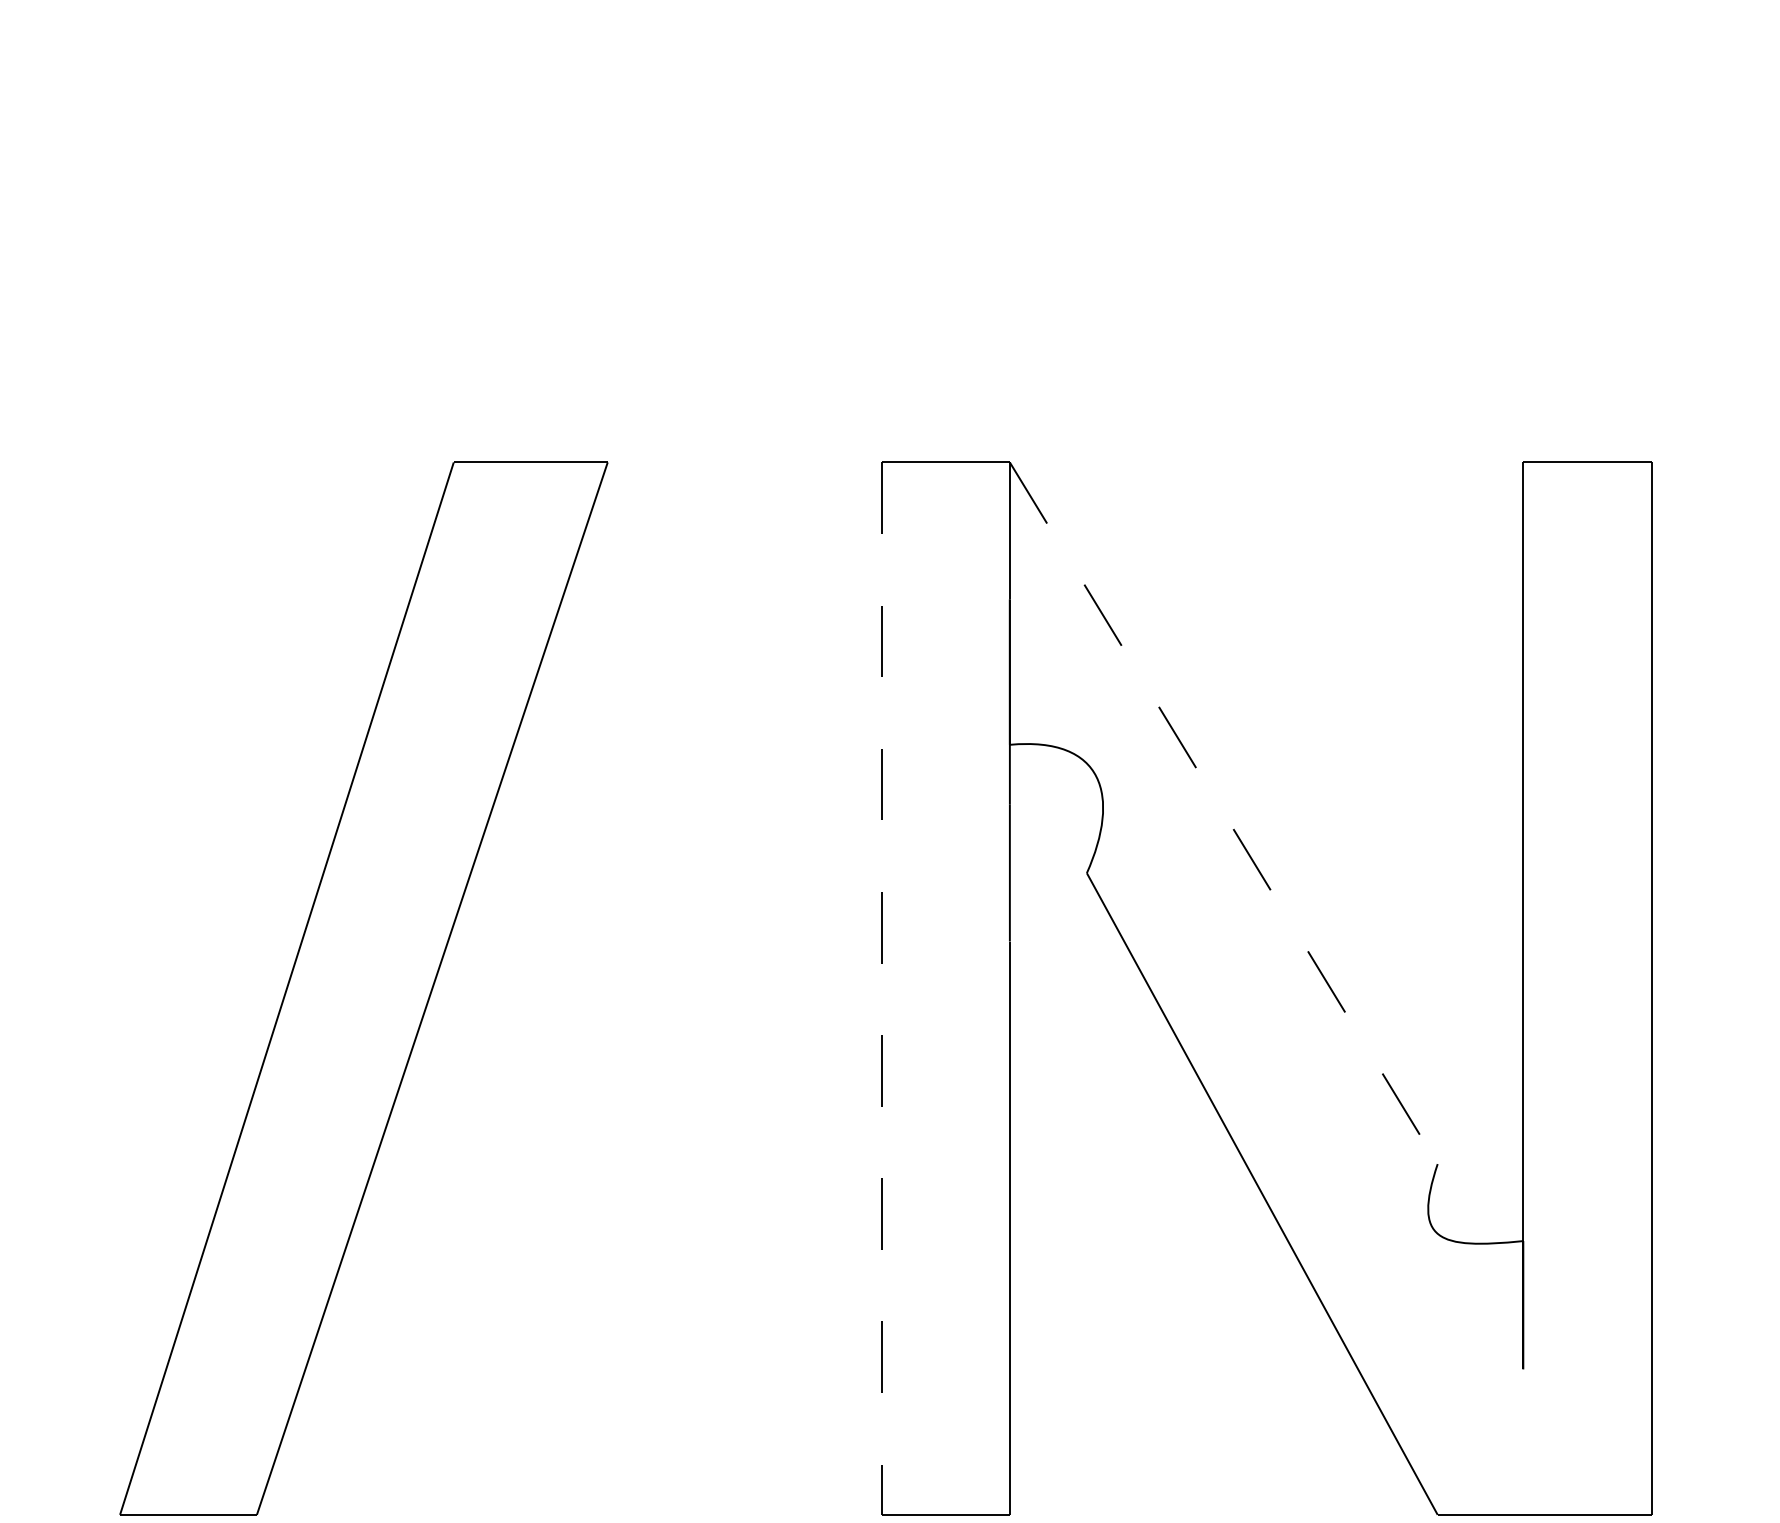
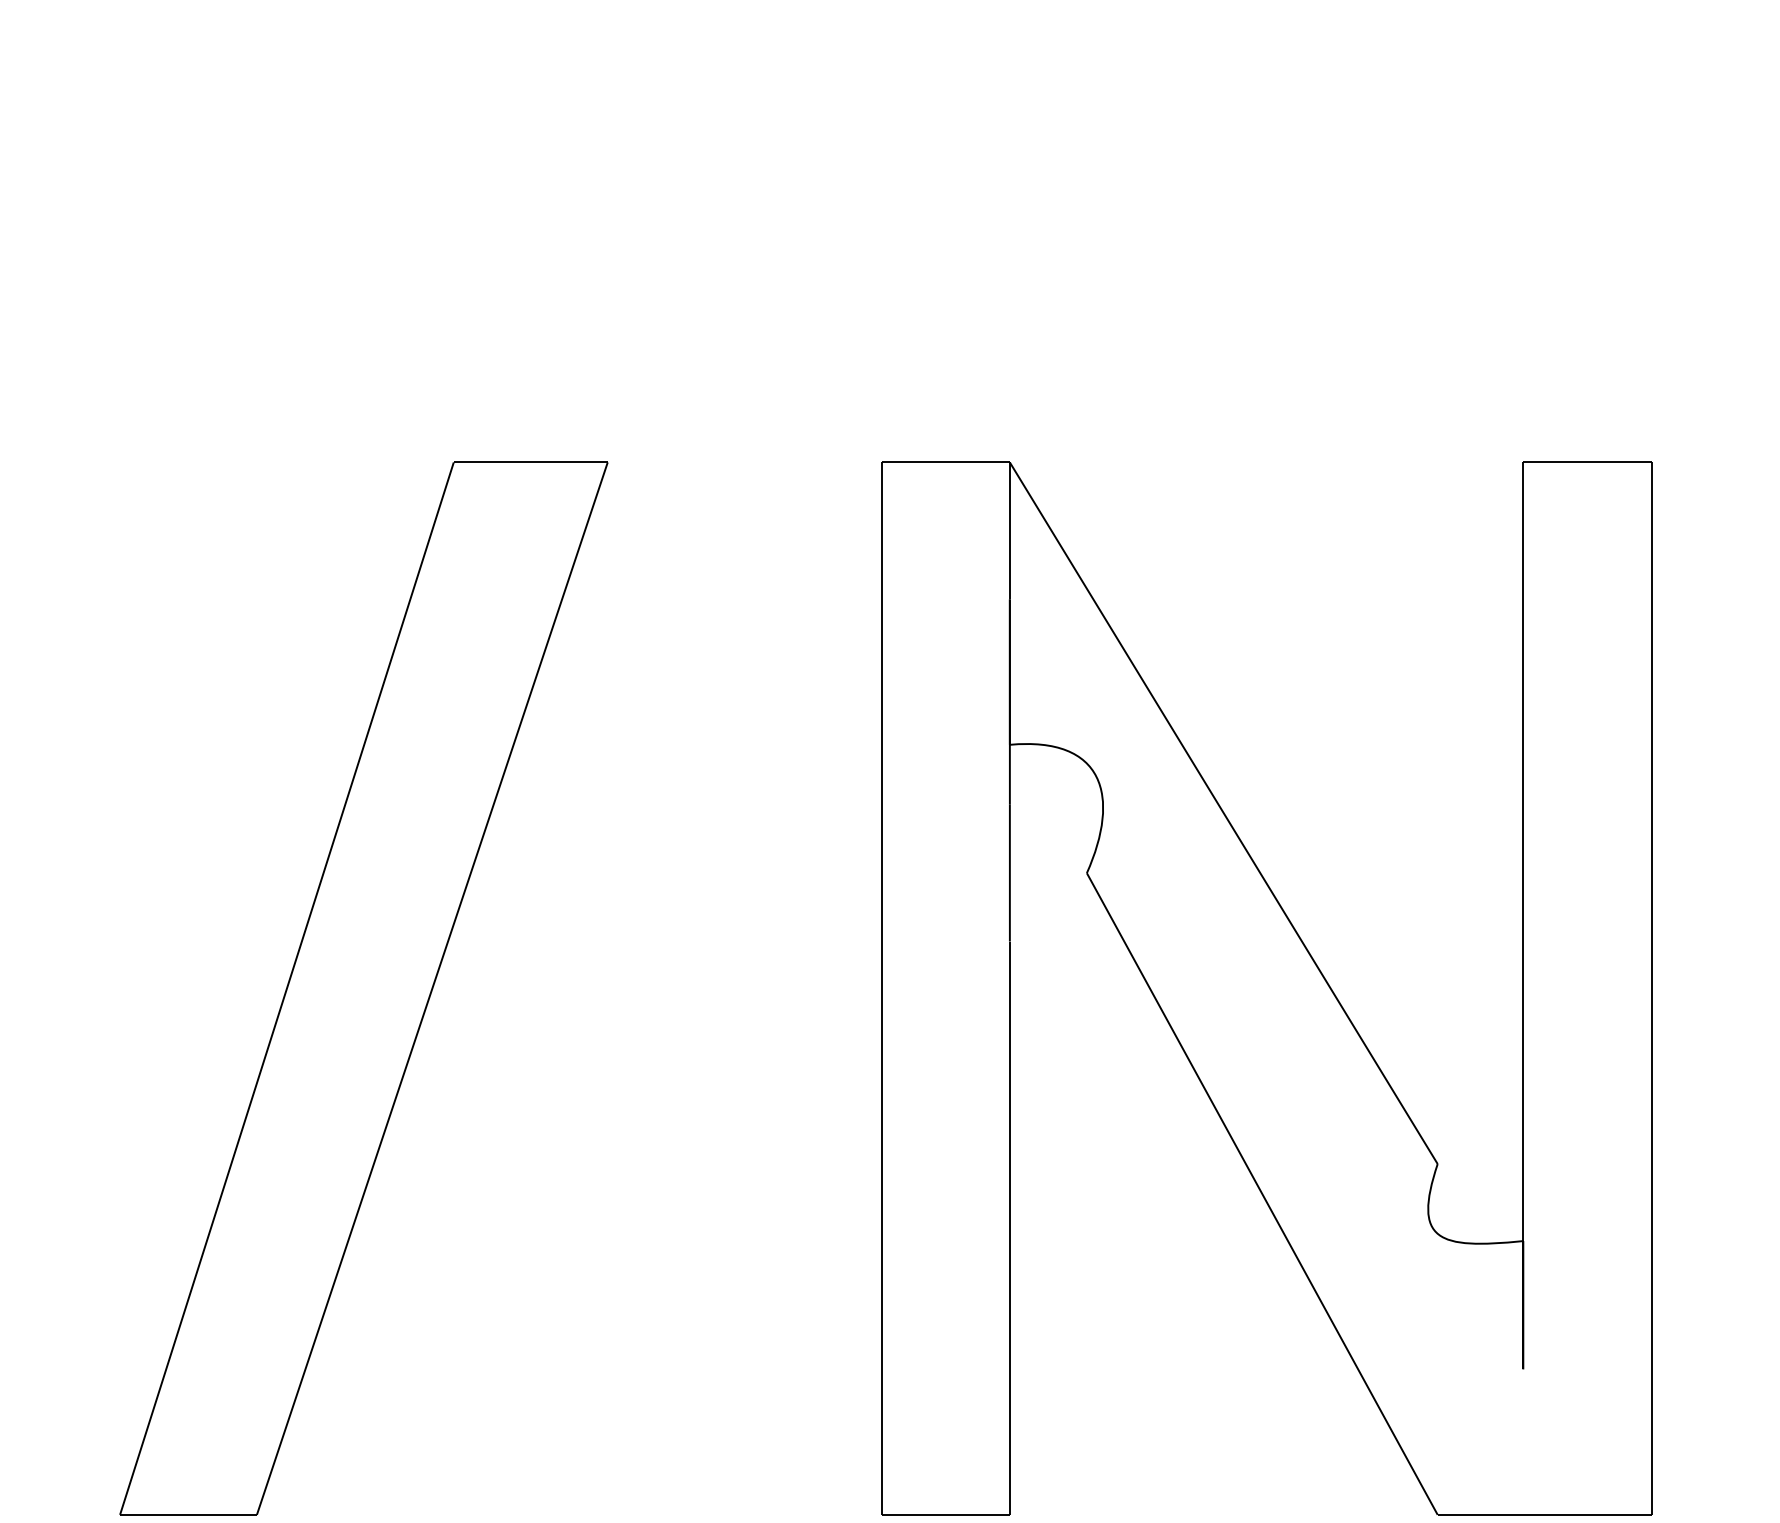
line at (1223, 813): dashed -> solid
line at (881, 989): dashed -> solid
